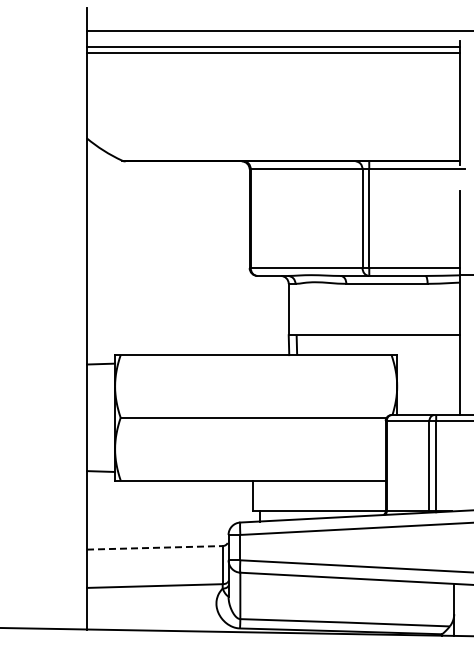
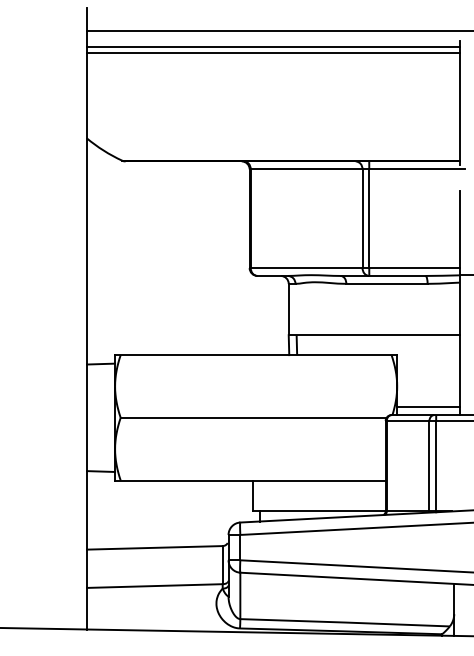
line at (428, 406): none -> present
line at (154, 547): dashed -> solid
